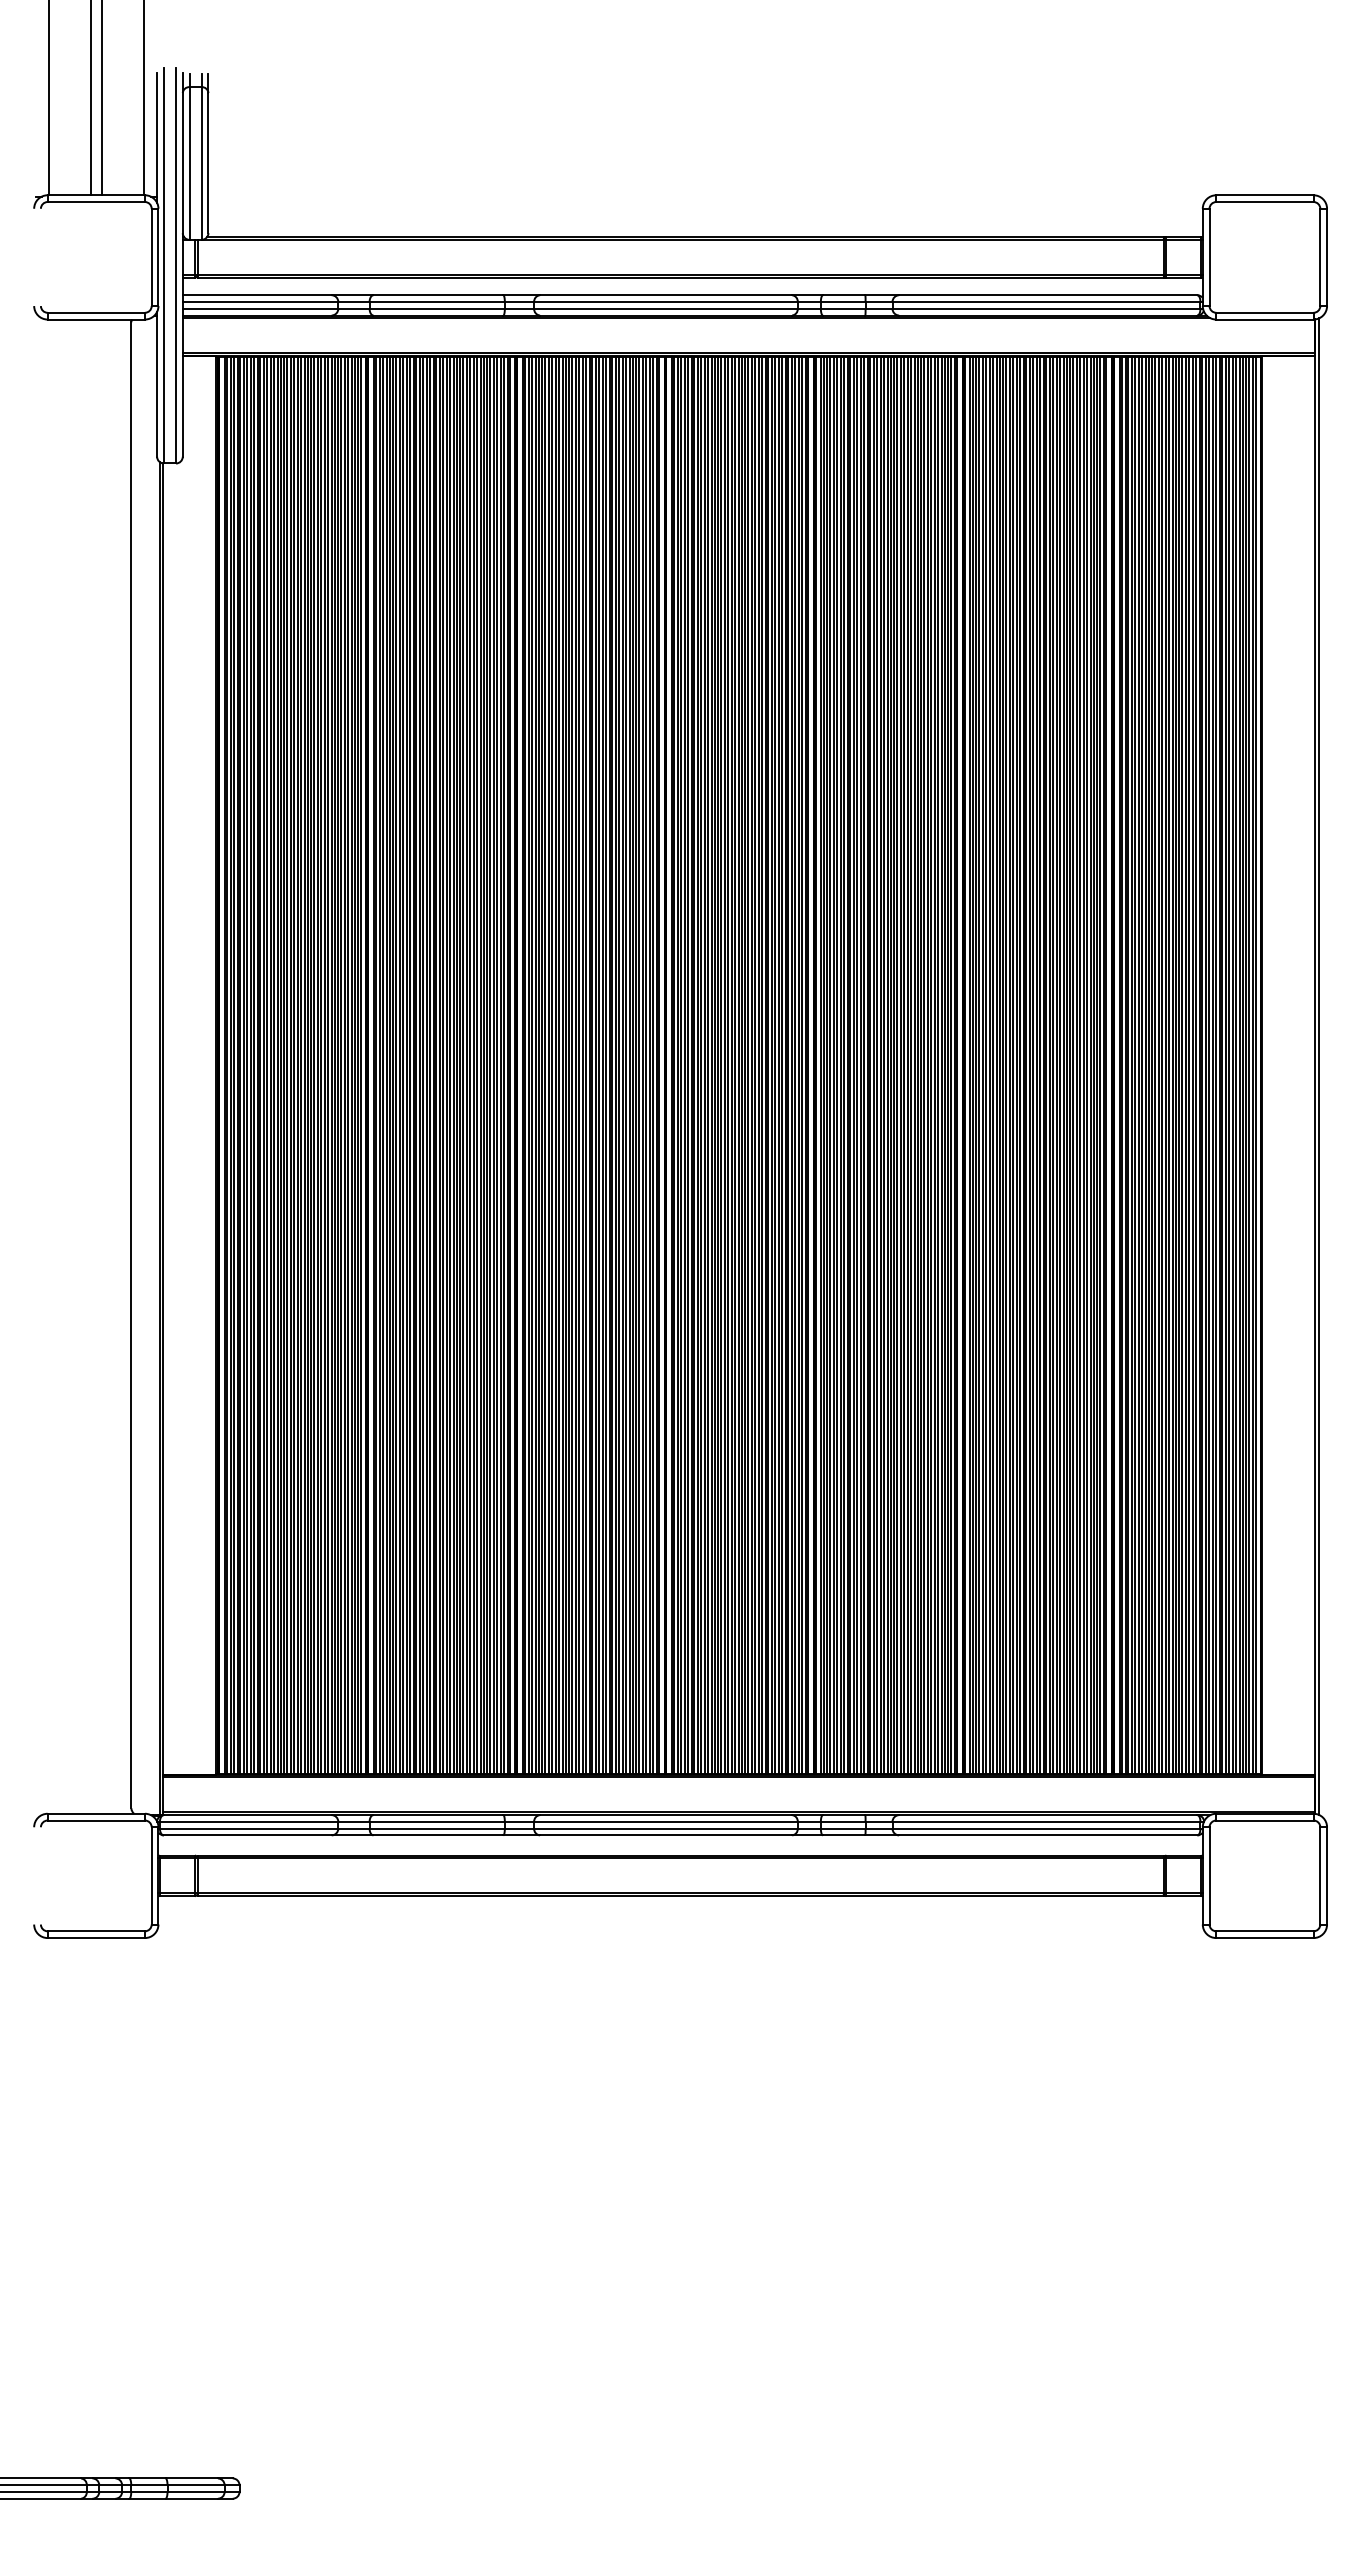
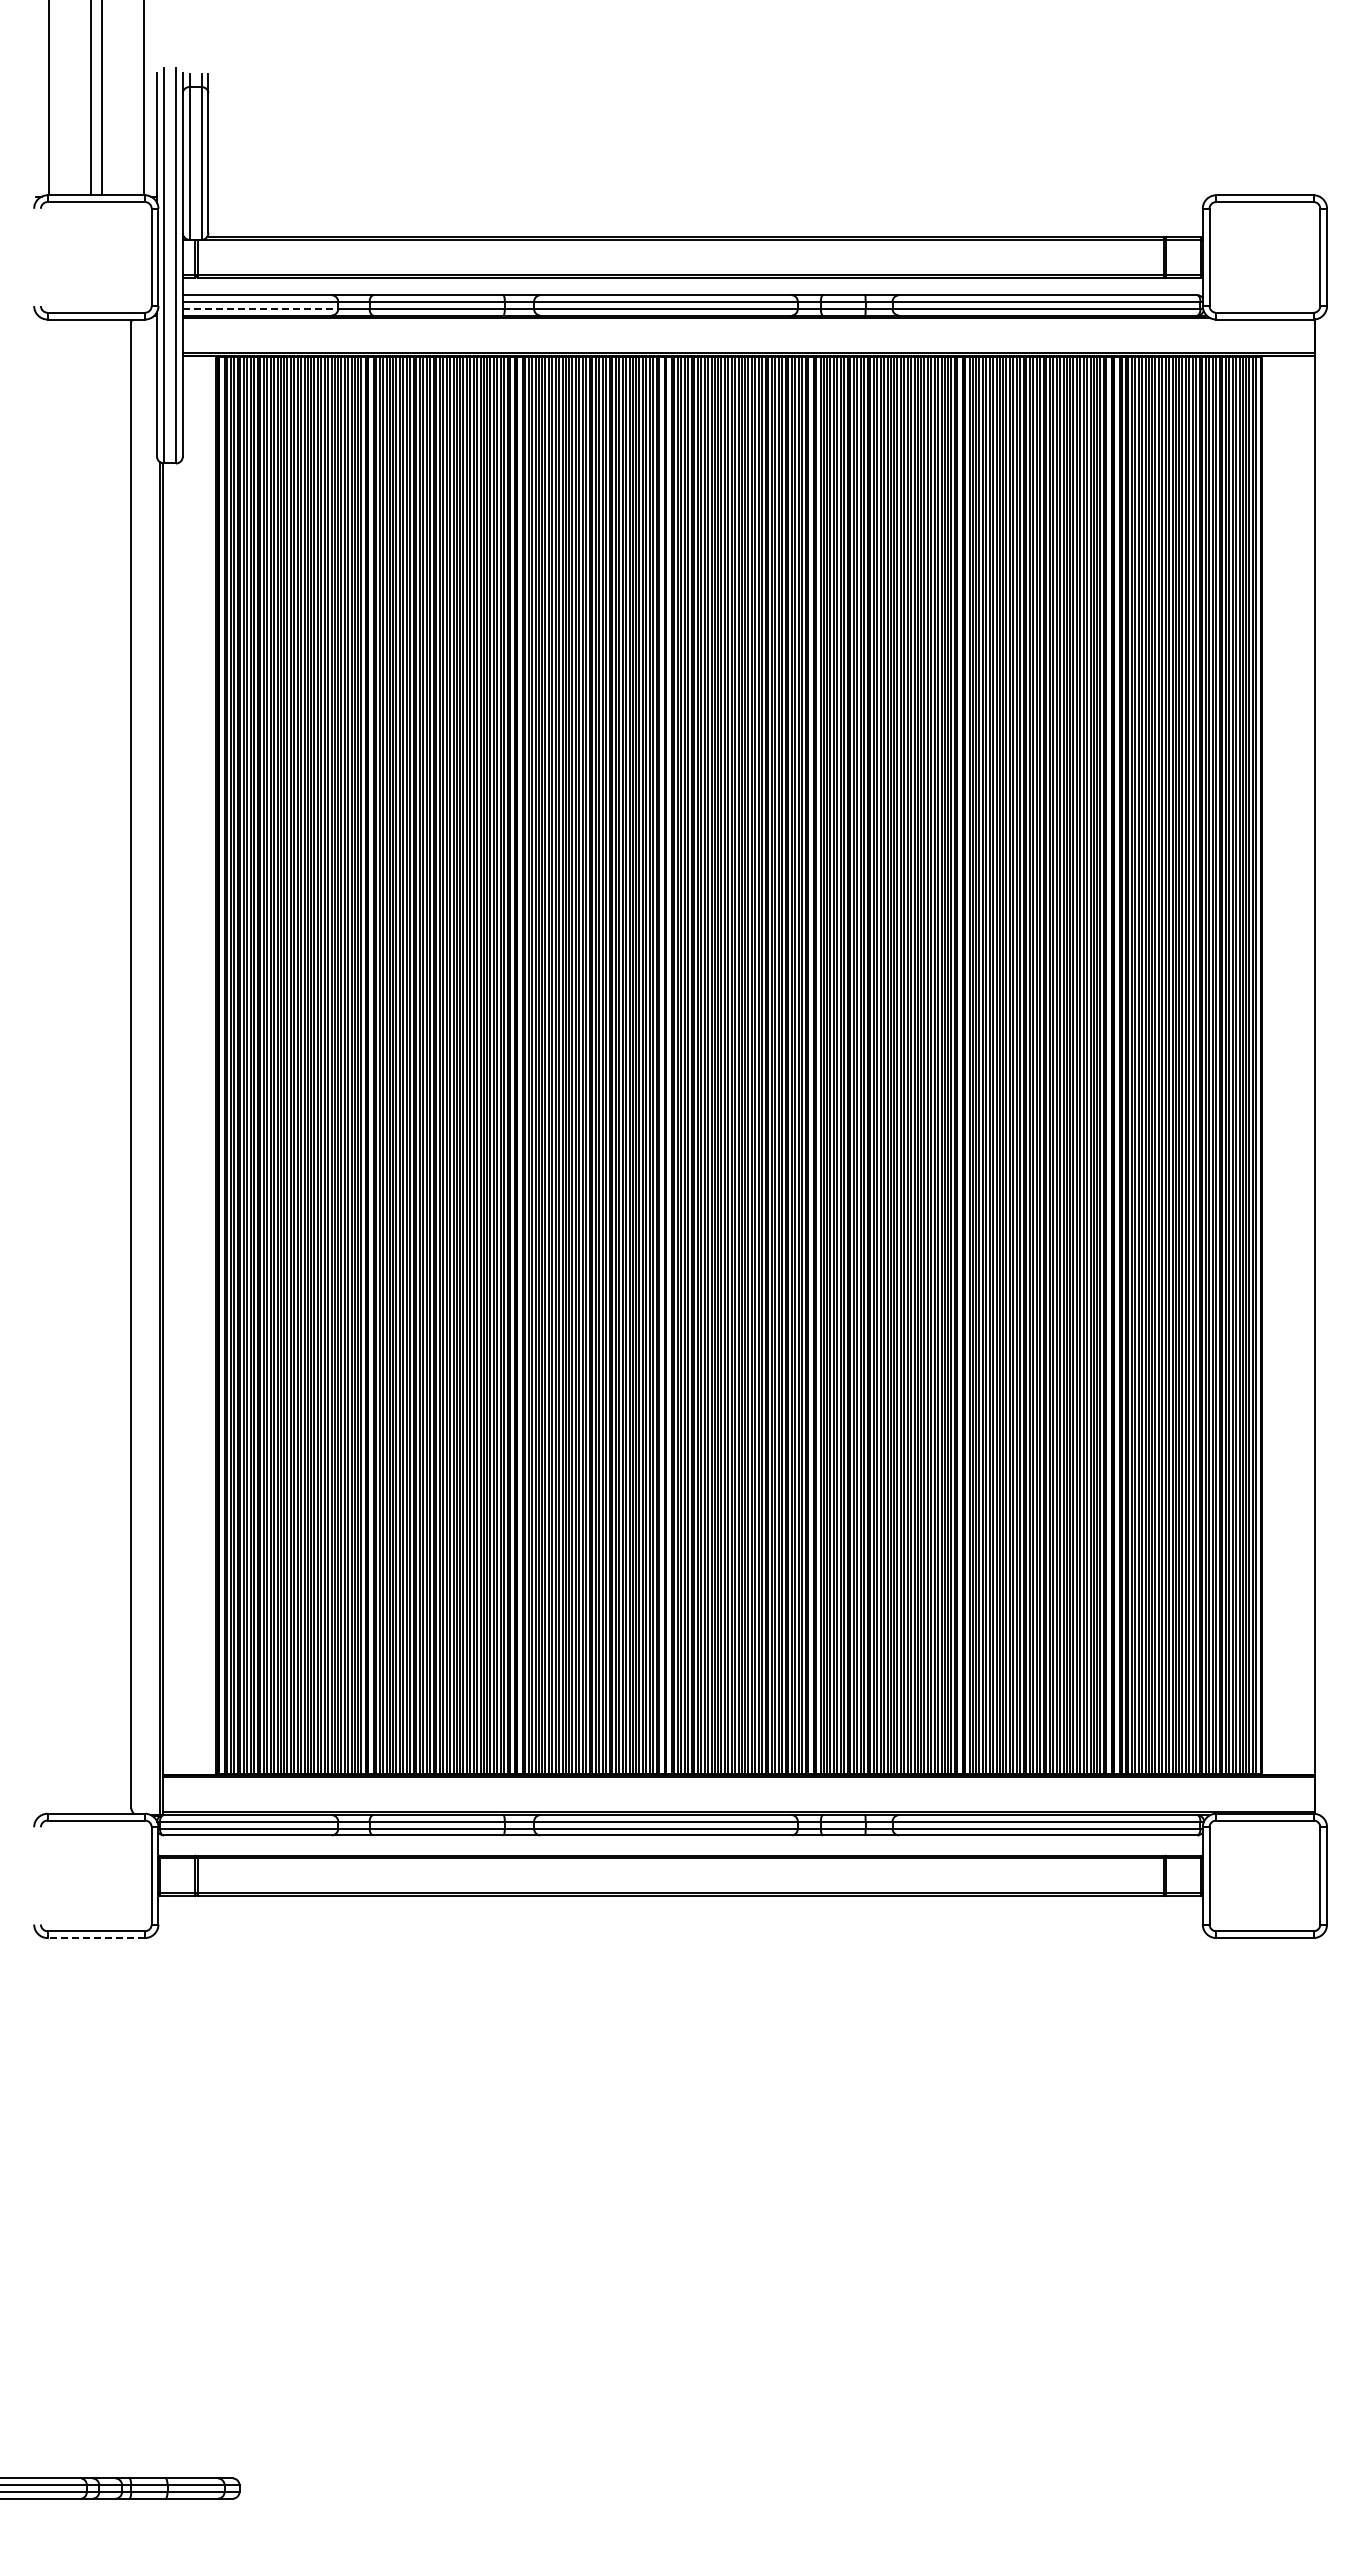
line at (260, 308): solid -> dashed
line at (1319, 1066): present -> none
line at (96, 1938): solid -> dashed
